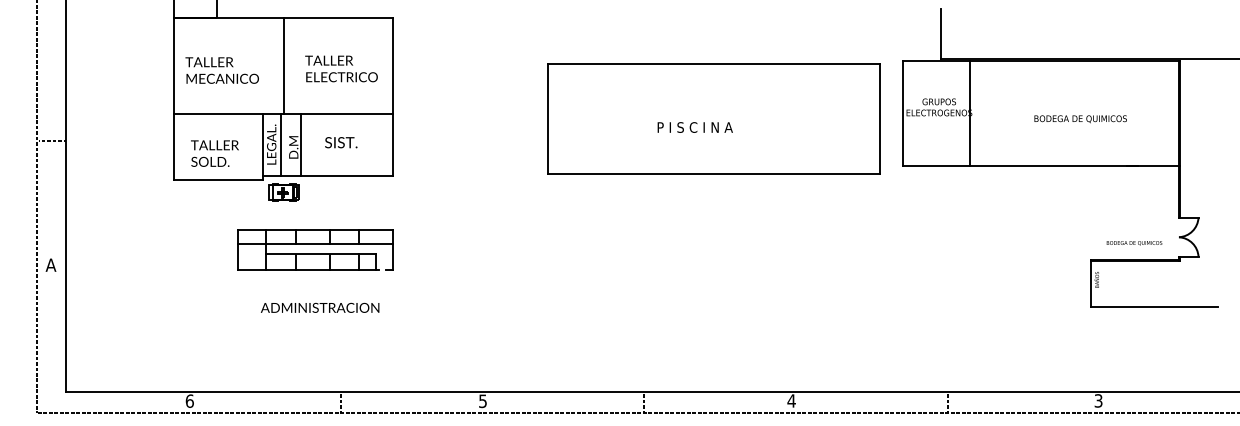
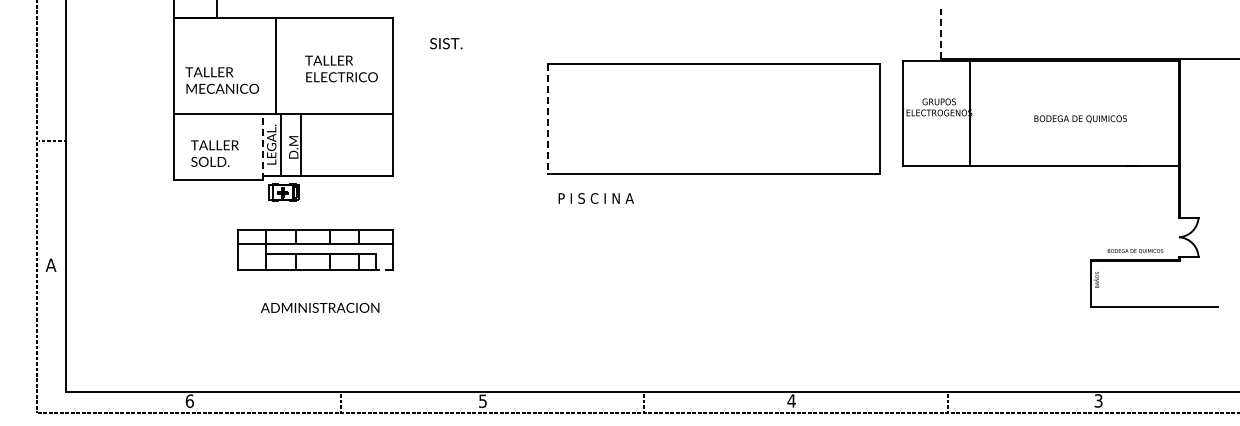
line at (941, 33): solid -> dashed
line at (283, 66) position: (283, 66) -> (275, 66)
text at (221, 70) position: (221, 70) -> (221, 80)
line at (547, 119): solid -> dashed
text at (694, 127) position: (694, 127) -> (595, 198)
text at (341, 142) position: (341, 142) -> (446, 43)
line at (263, 147): solid -> dashed
text at (1134, 243) position: (1134, 243) -> (1135, 251)
